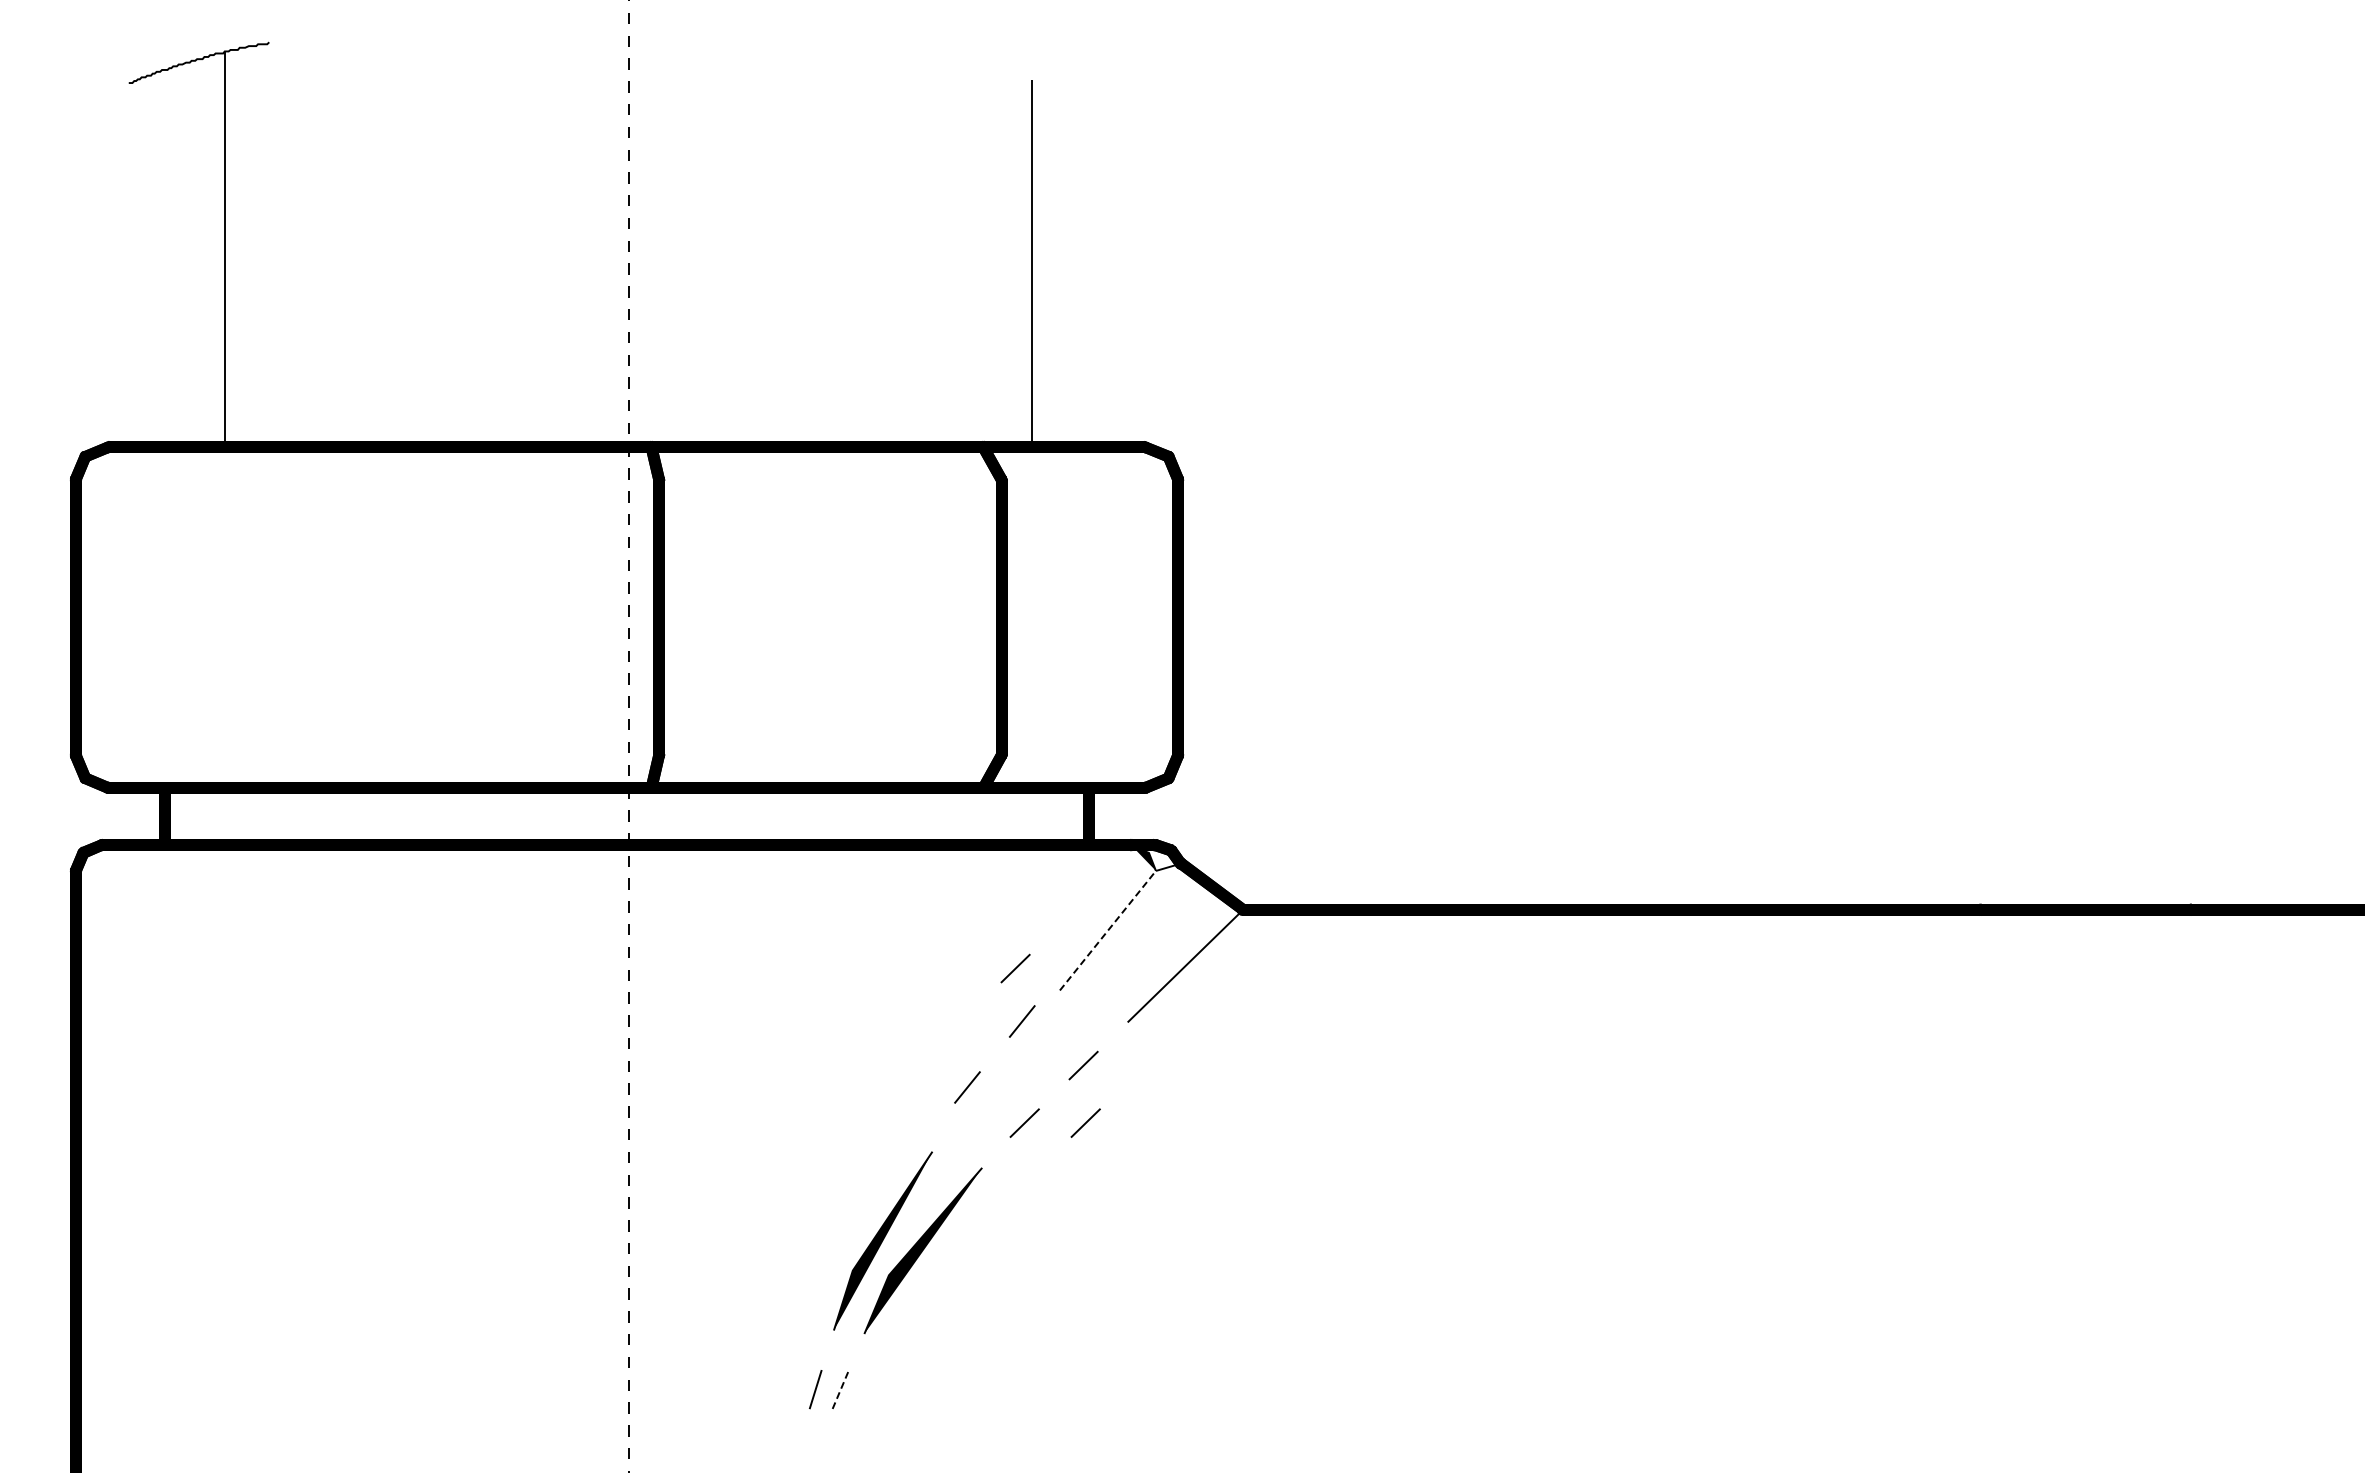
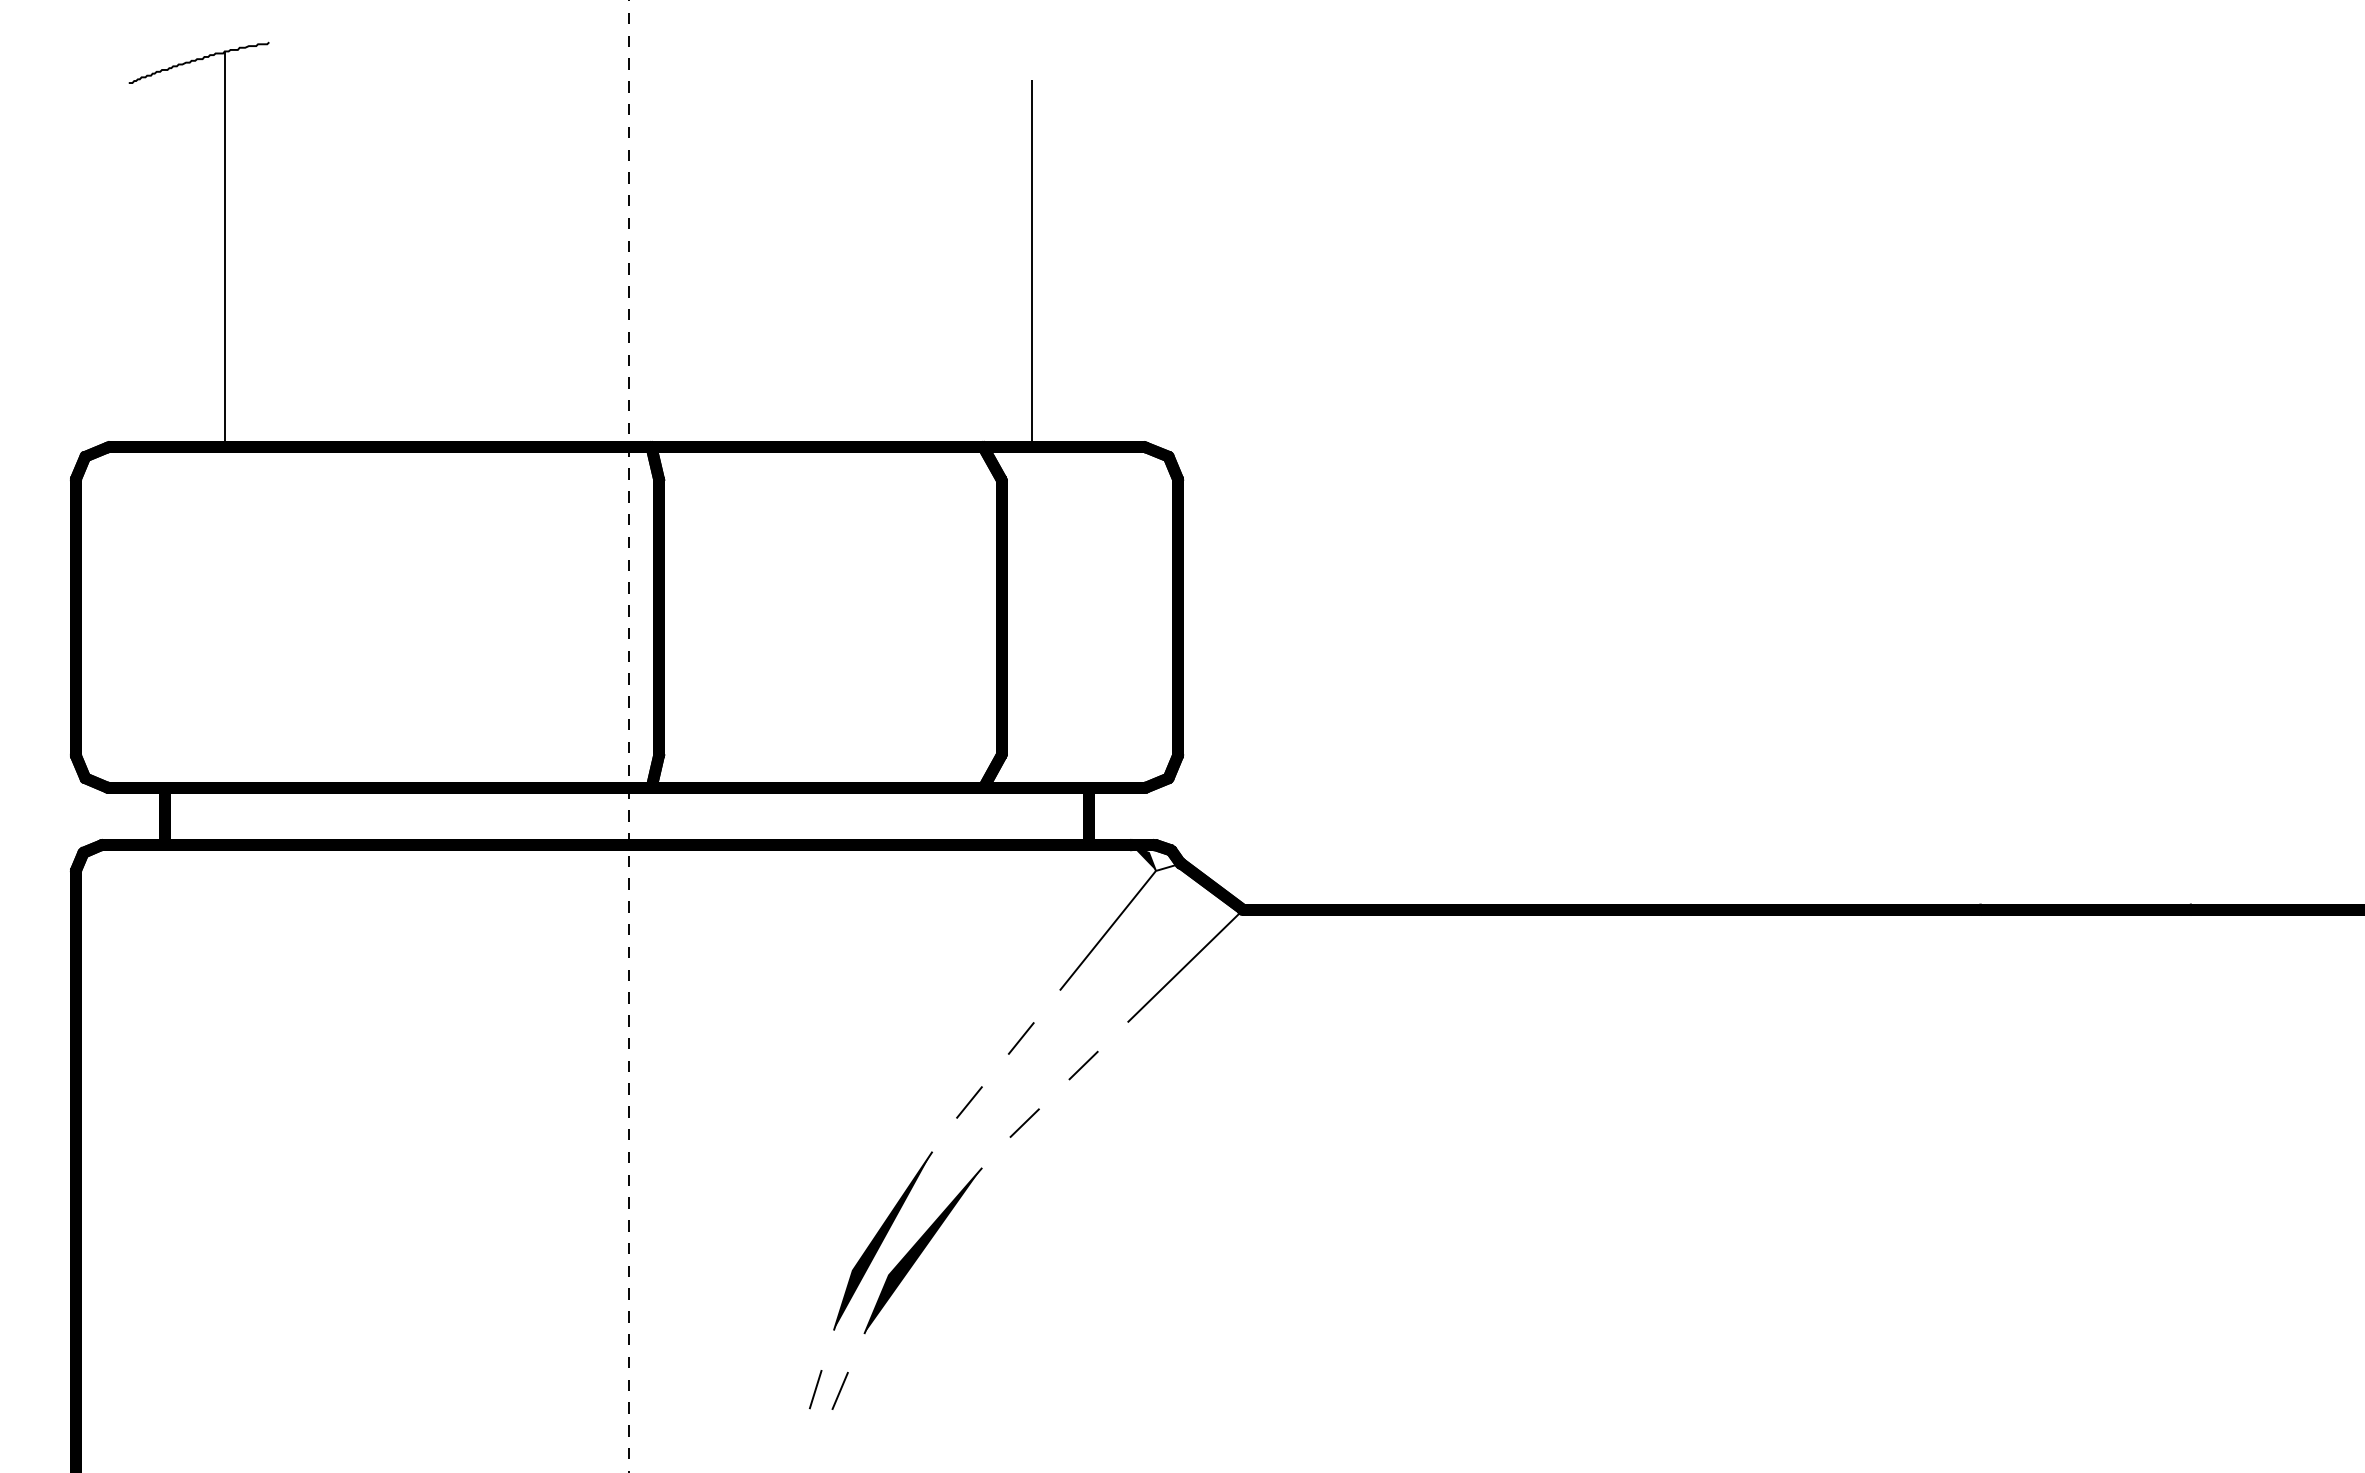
line at (1107, 930): dashed -> solid
line at (1015, 968): present -> none
line at (1022, 1021) position: (1022, 1021) -> (1021, 1038)
line at (967, 1087) position: (967, 1087) -> (969, 1102)
line at (1085, 1122): present -> none
line at (840, 1390): dashed -> solid
